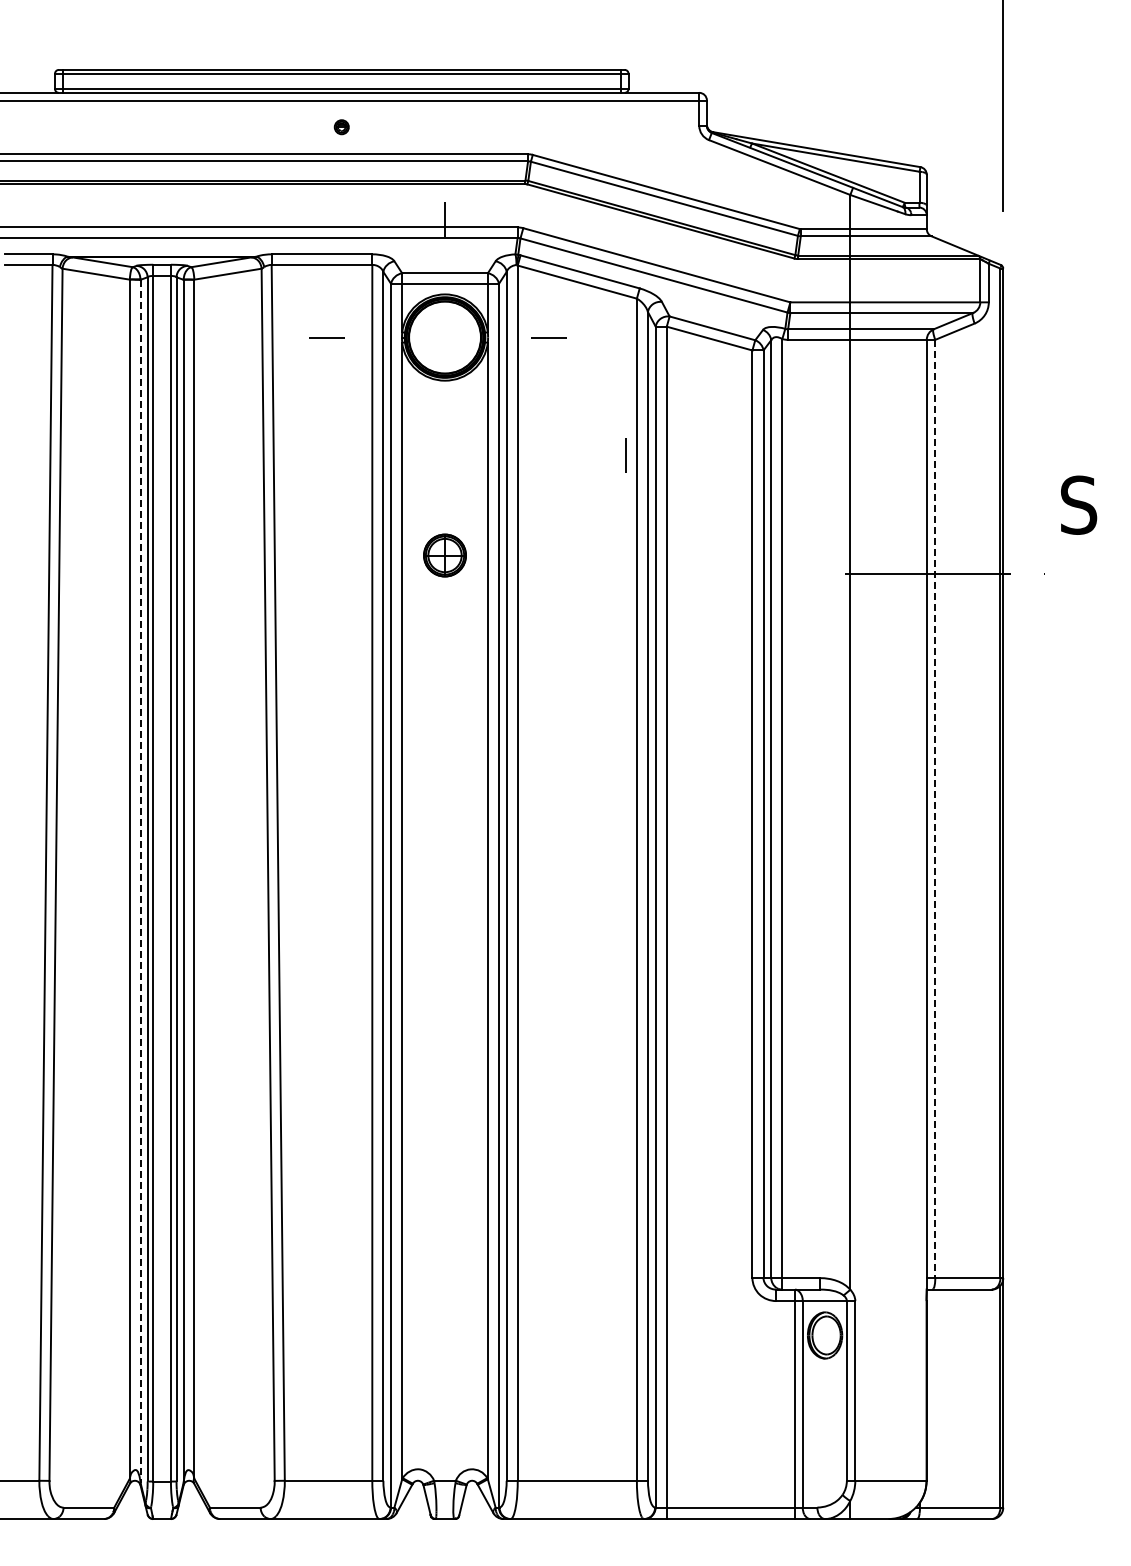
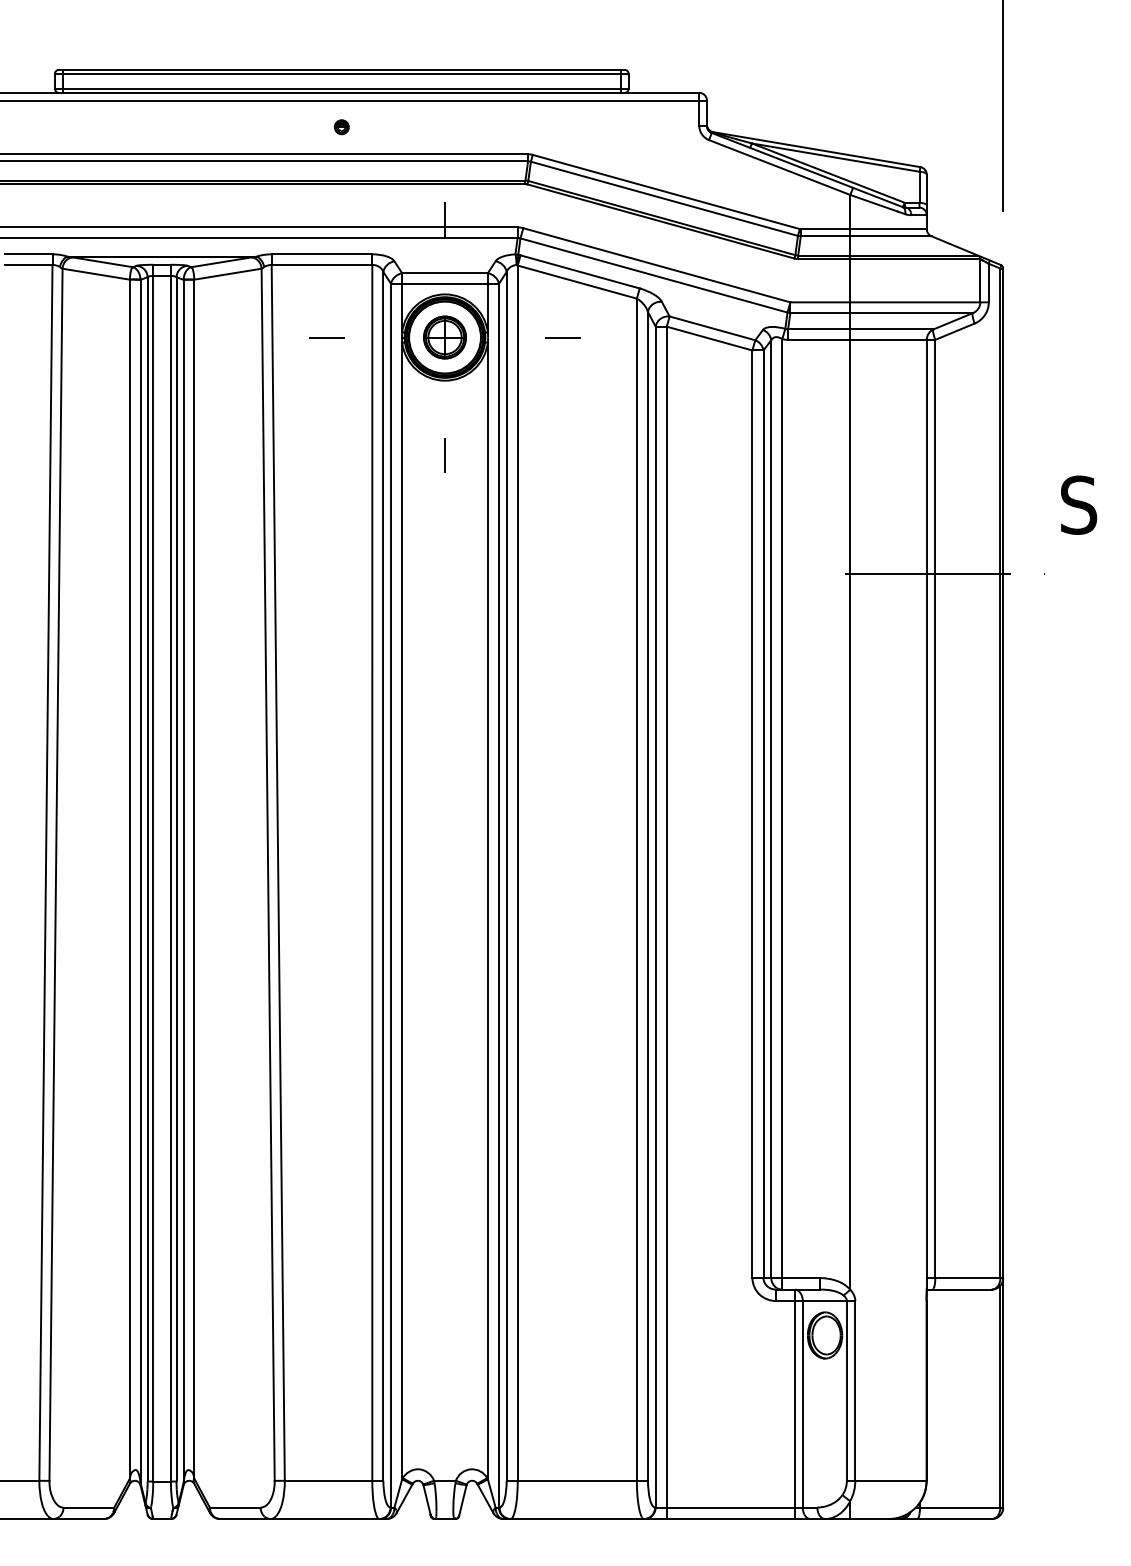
line at (548, 337) position: (548, 337) -> (562, 337)
line at (625, 455) position: (625, 455) -> (444, 455)
part at (444, 555) position: (444, 555) -> (444, 337)
line at (935, 809): dashed -> solid
line at (140, 881): dashed -> solid
